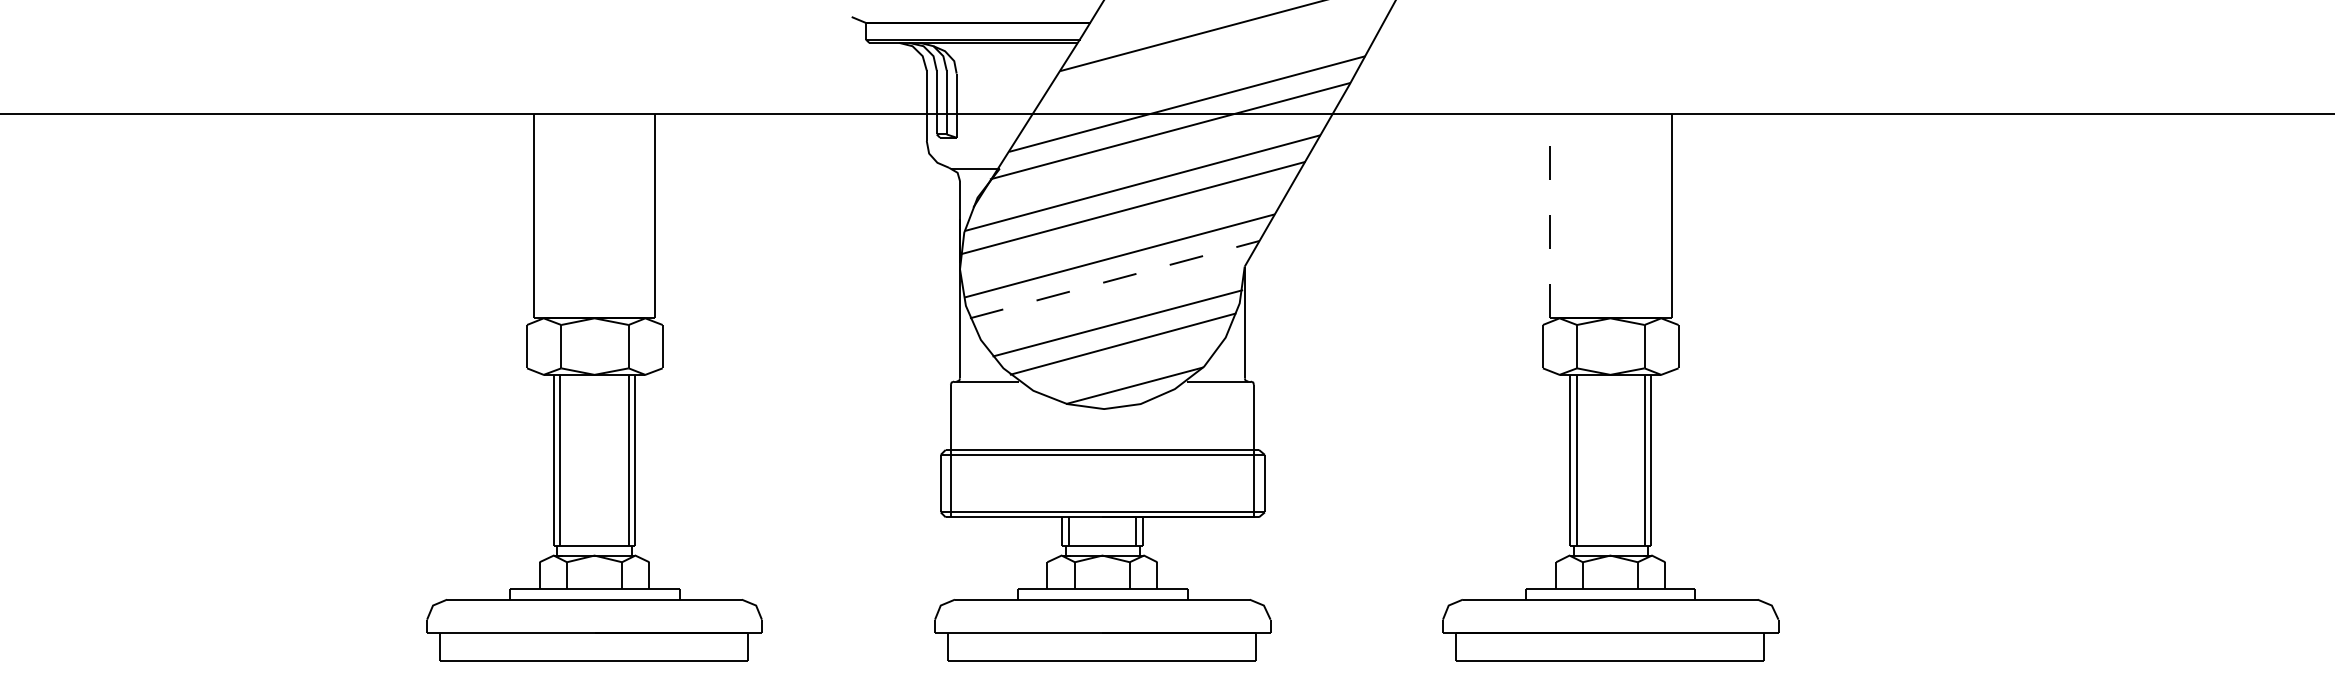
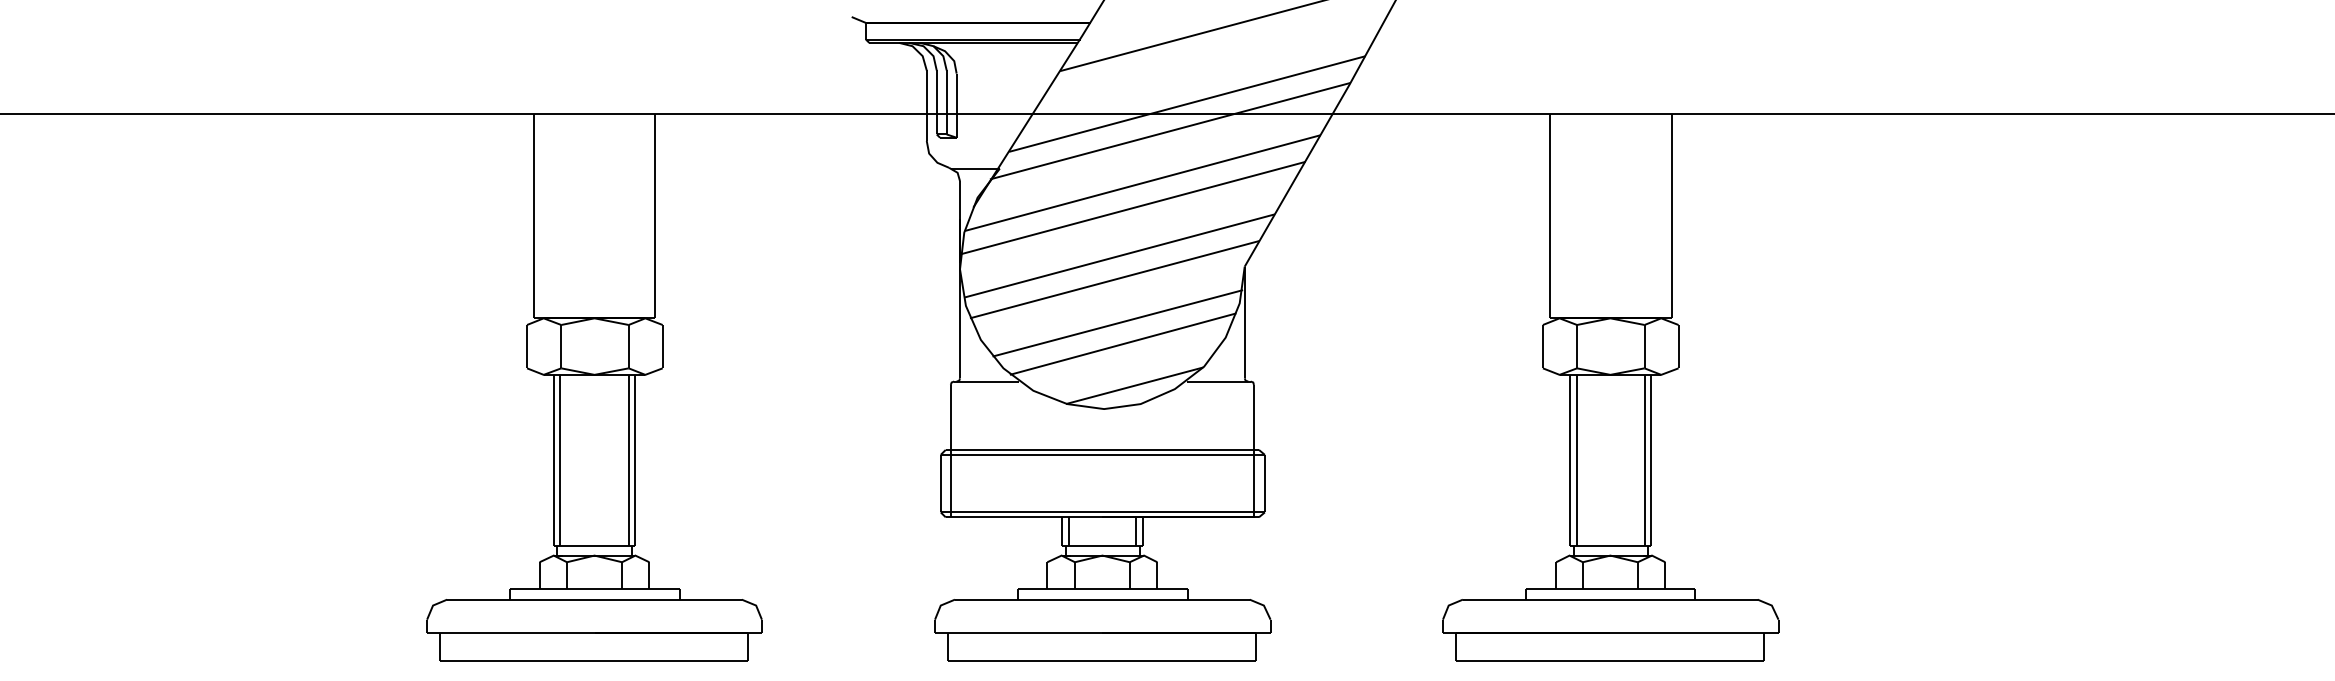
line at (1549, 216): dashed -> solid
line at (1114, 279): dashed -> solid
